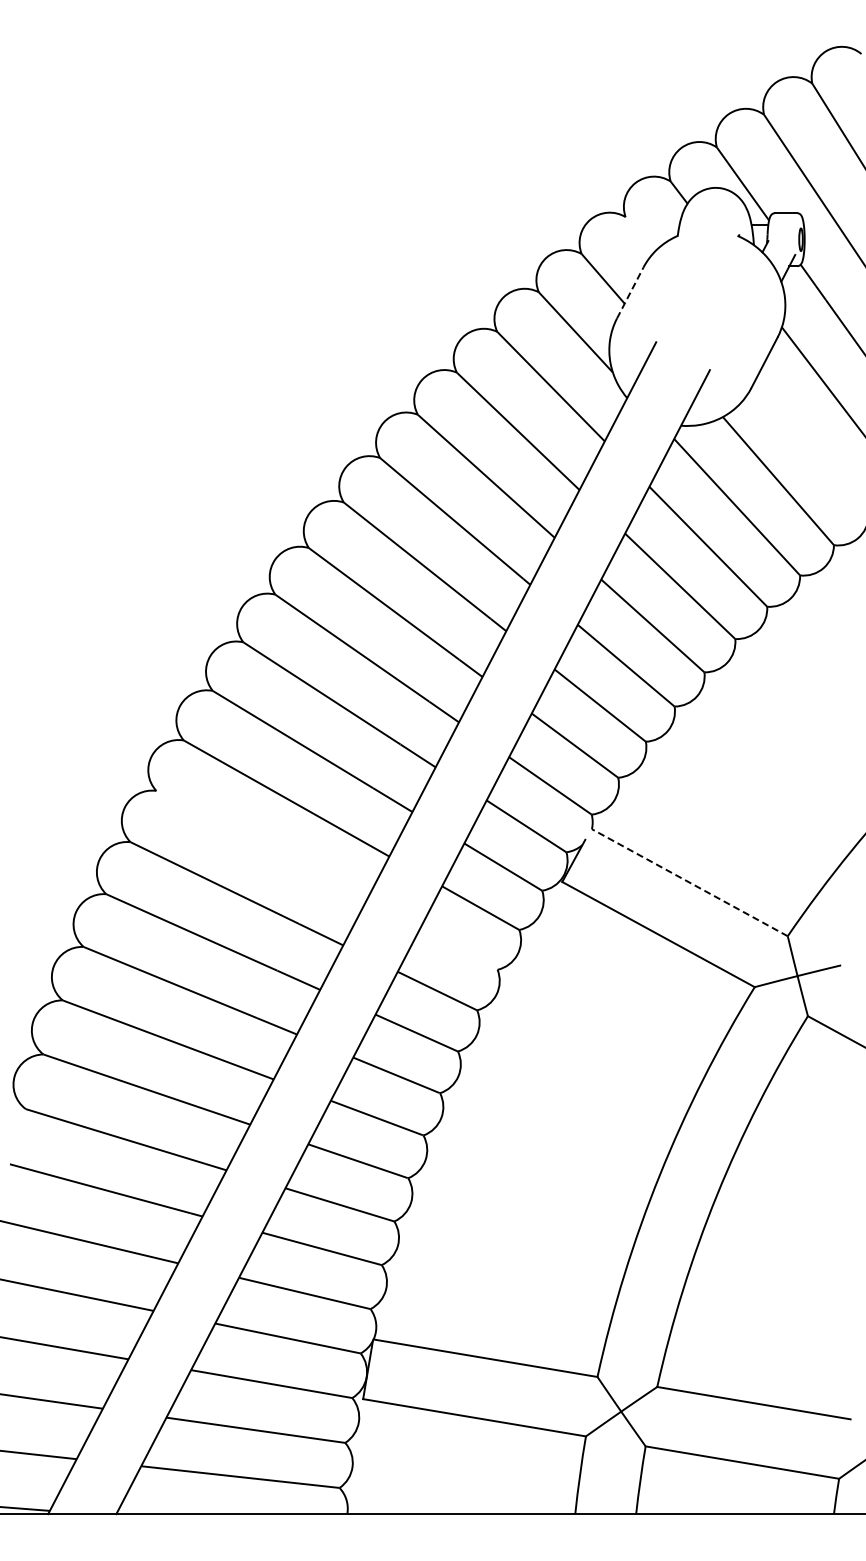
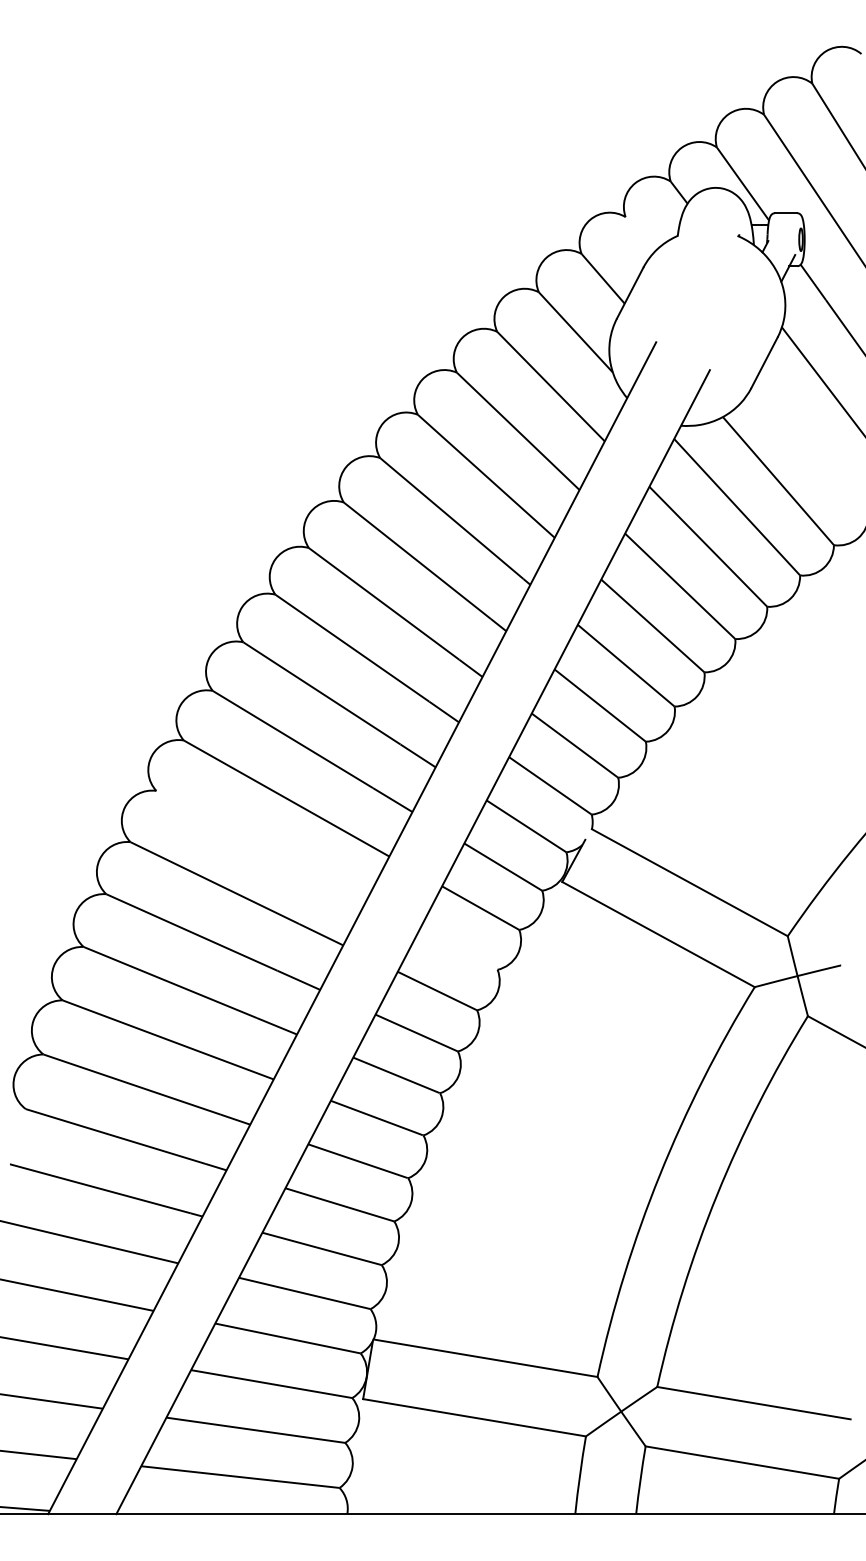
line at (630, 293): dashed -> solid
line at (689, 882): dashed -> solid
